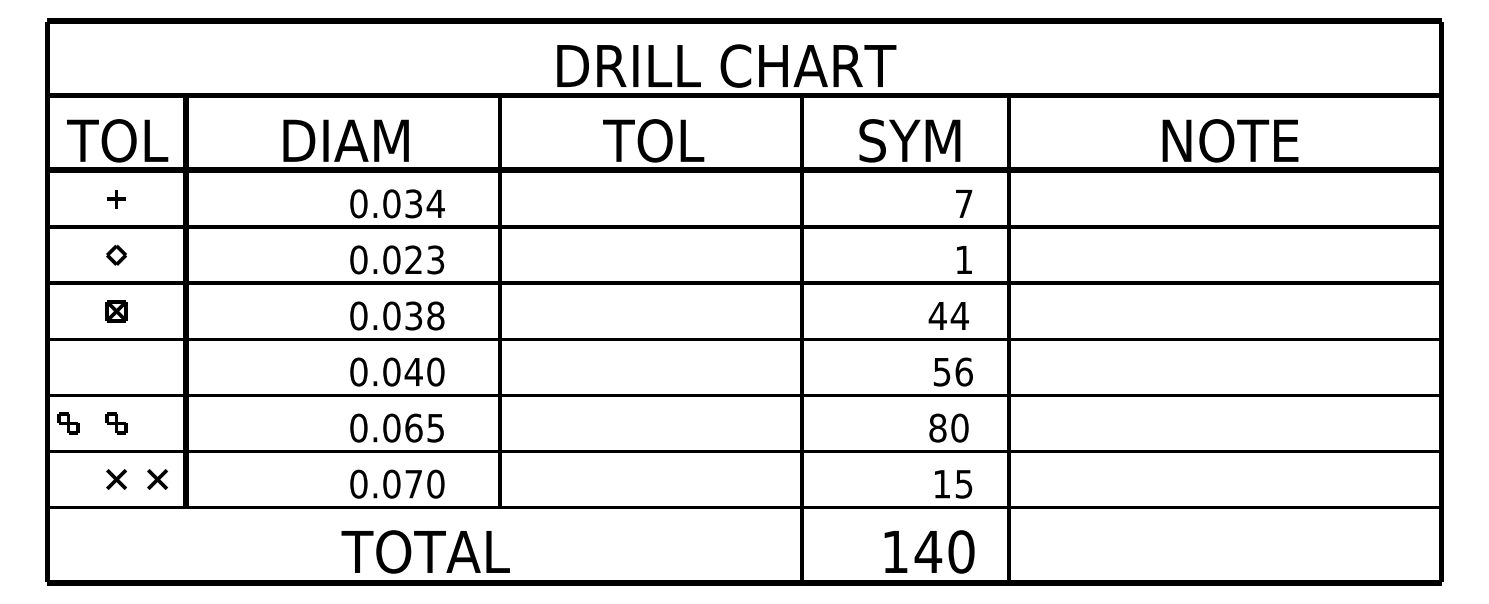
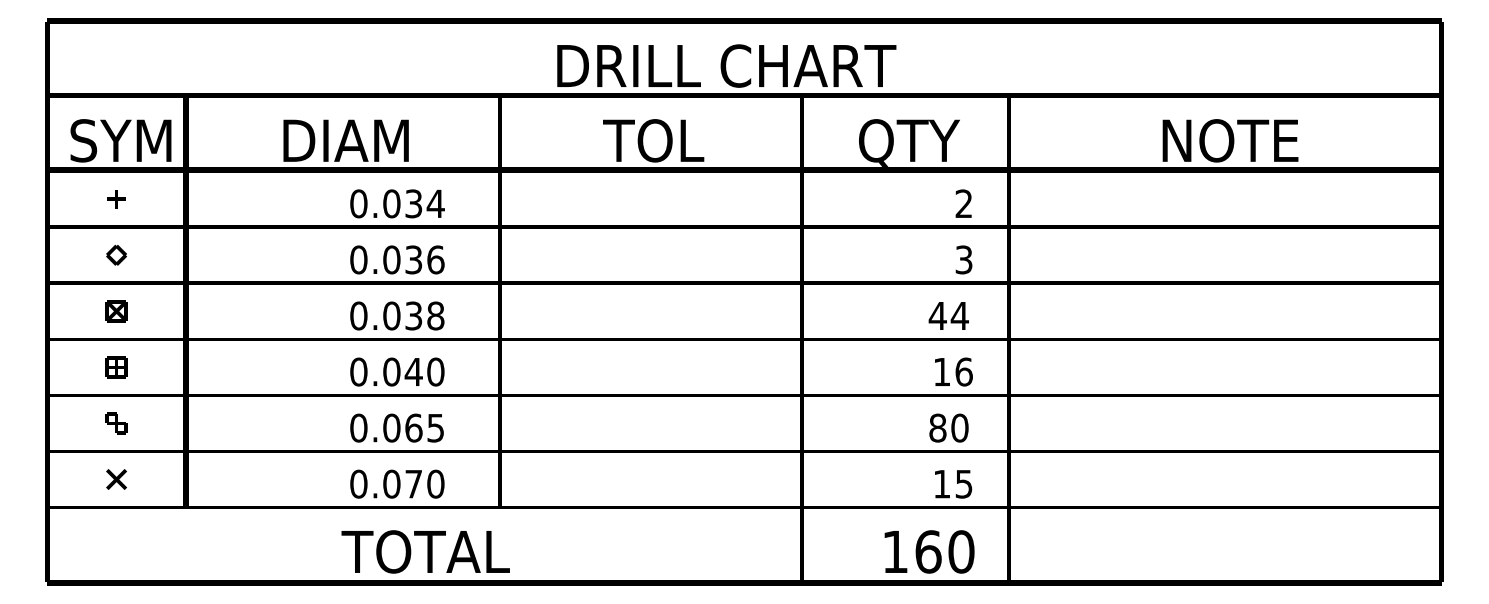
text at (119, 140): TOL -> SYM
text at (909, 142): SYM -> QTY
text at (963, 203): 7 -> 2
text at (424, 259): 0.023 -> 0.036
text at (963, 259): 1 -> 3
part at (116, 367): none -> present
text at (941, 372): 56 -> 16
part at (68, 423): present -> none
part at (157, 479): present -> none
text at (928, 551): 140 -> 160
